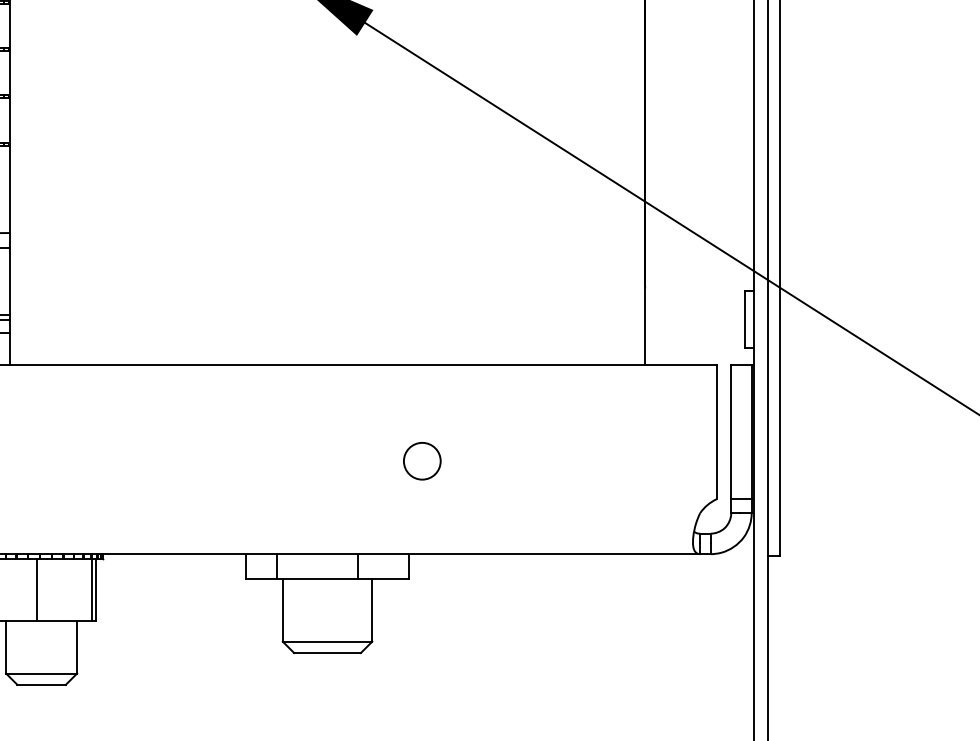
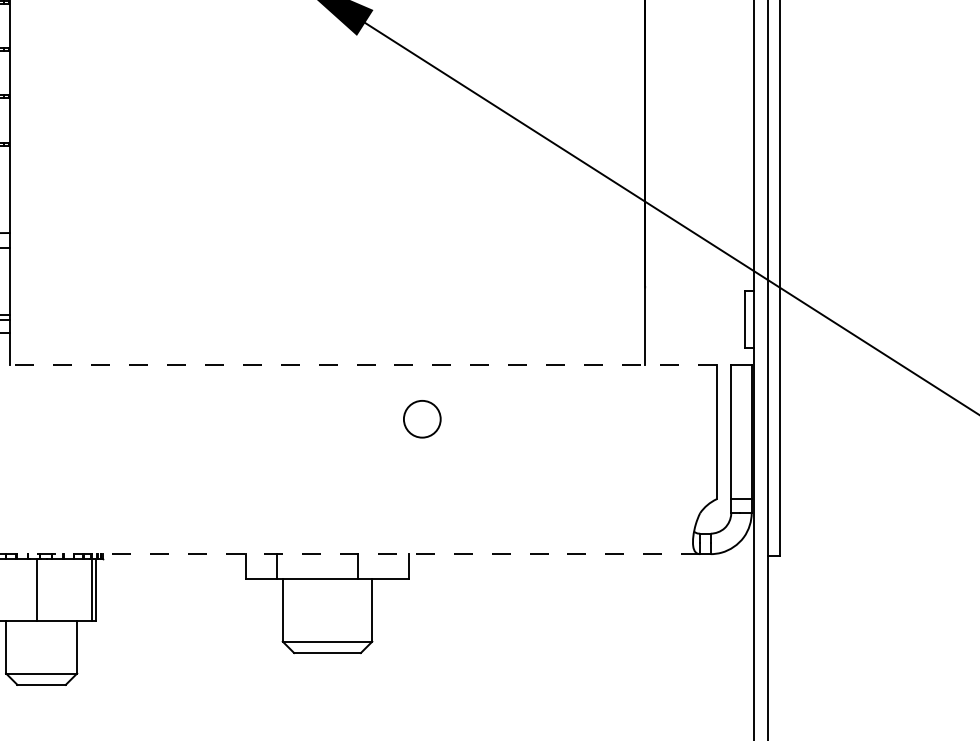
line at (357, 364): solid -> dashed
circle at (422, 461) position: (422, 461) -> (422, 419)
line at (350, 554): solid -> dashed
